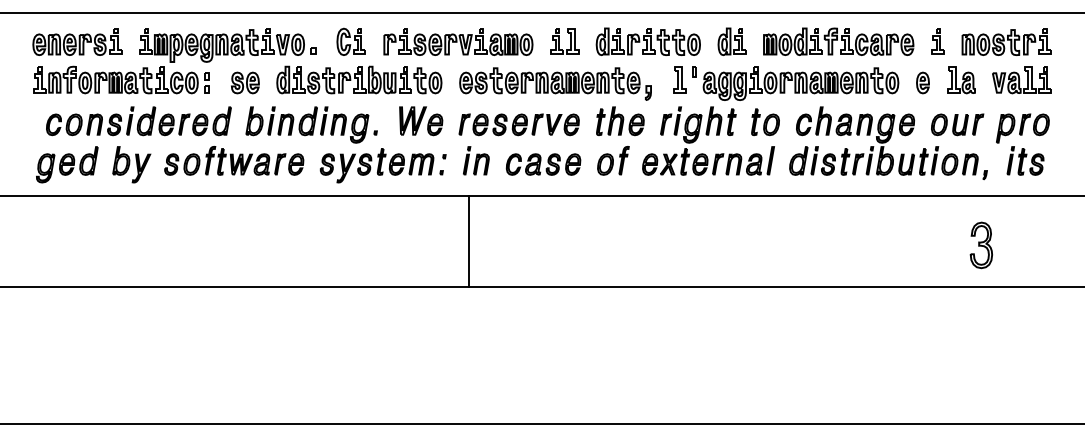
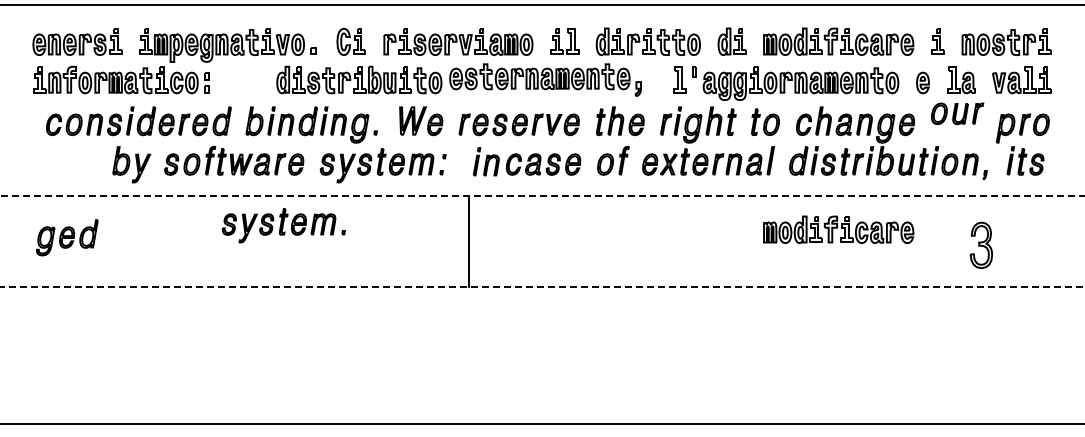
line at (541, 13) position: (541, 13) -> (541, 5)
part at (245, 82): present -> none
part at (555, 83) position: (555, 83) -> (545, 79)
part at (957, 124) position: (957, 124) -> (957, 113)
part at (476, 160) position: (476, 160) -> (486, 161)
part at (67, 164) position: (67, 164) -> (67, 237)
line at (543, 195): solid -> dashed
part at (283, 225): none -> present
part at (838, 229): none -> present
line at (542, 286): solid -> dashed
